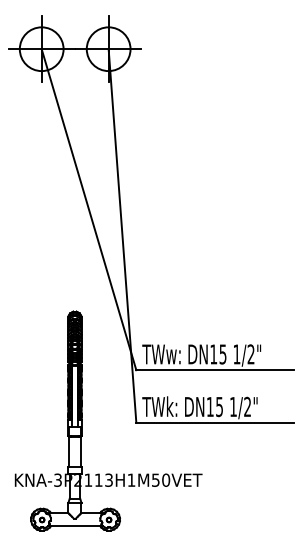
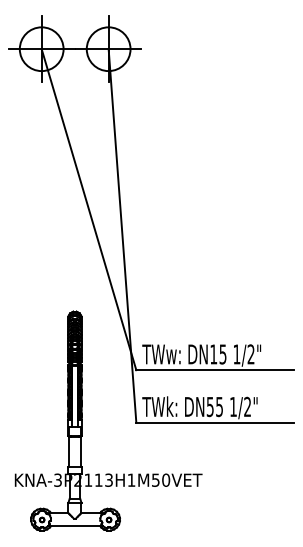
text at (209, 407): DN15 -> DN55
